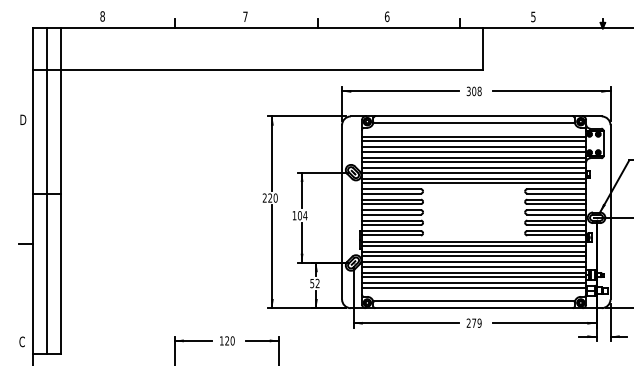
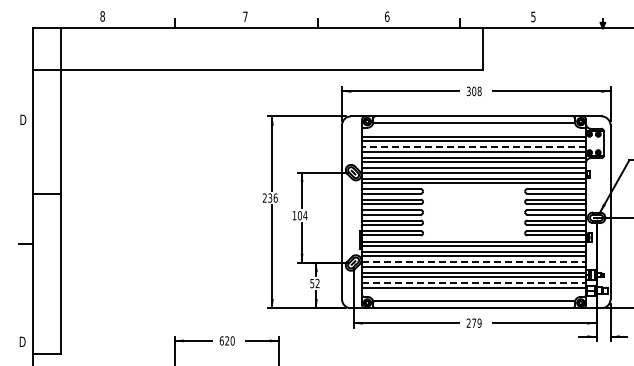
line at (474, 147): solid -> dashed
line at (46, 190): present -> none
text at (272, 197): 220 -> 236
line at (474, 262): solid -> dashed
line at (474, 283): solid -> dashed
text at (221, 340): 120 -> 620
text at (22, 341): C -> D
